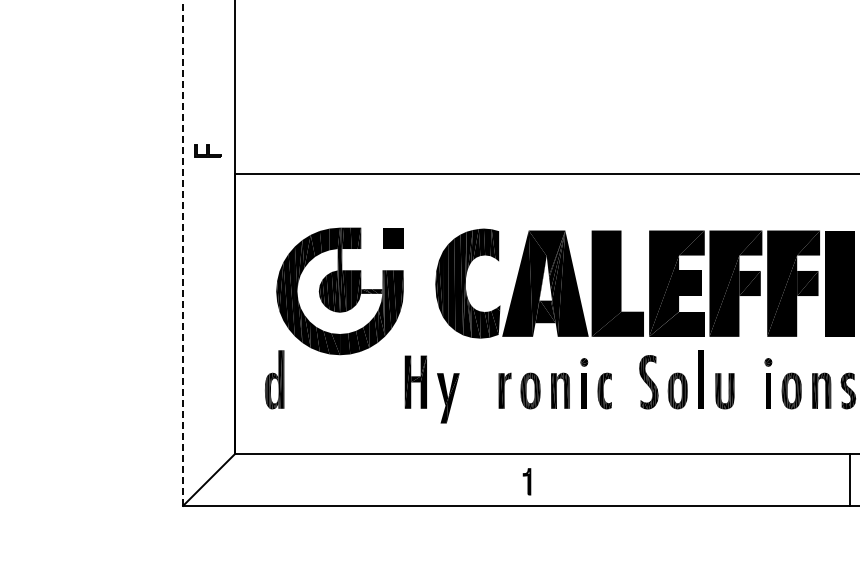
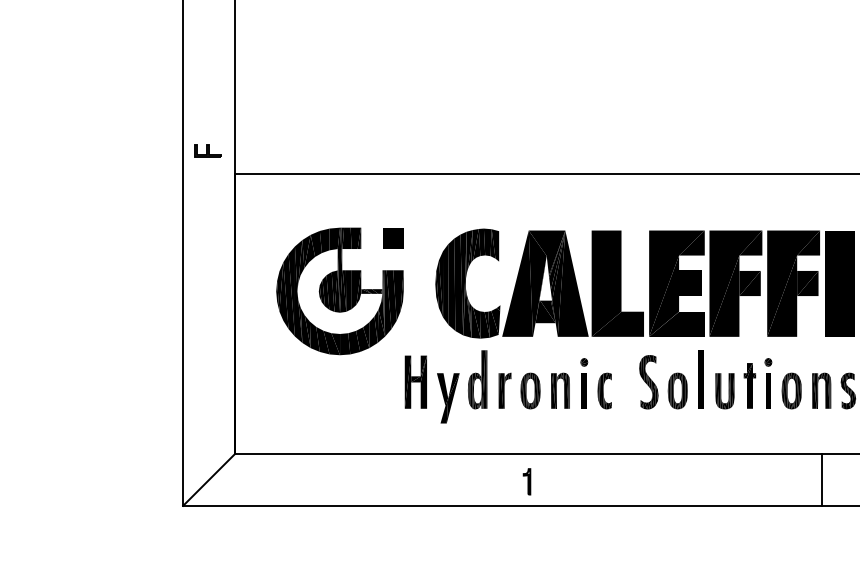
line at (183, 253): dashed -> solid
part at (274, 379) position: (274, 379) -> (477, 379)
part at (749, 385): none -> present
line at (849, 479) position: (849, 479) -> (821, 479)
